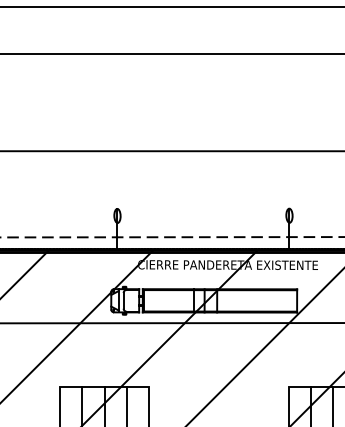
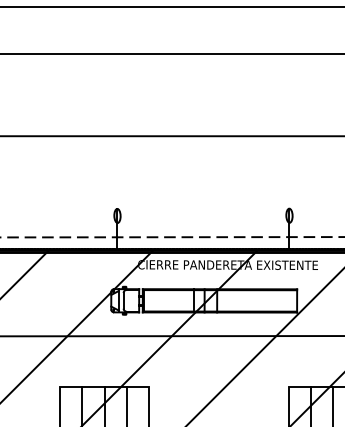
line at (171, 151) position: (171, 151) -> (171, 136)
line at (171, 323) position: (171, 323) -> (171, 336)
